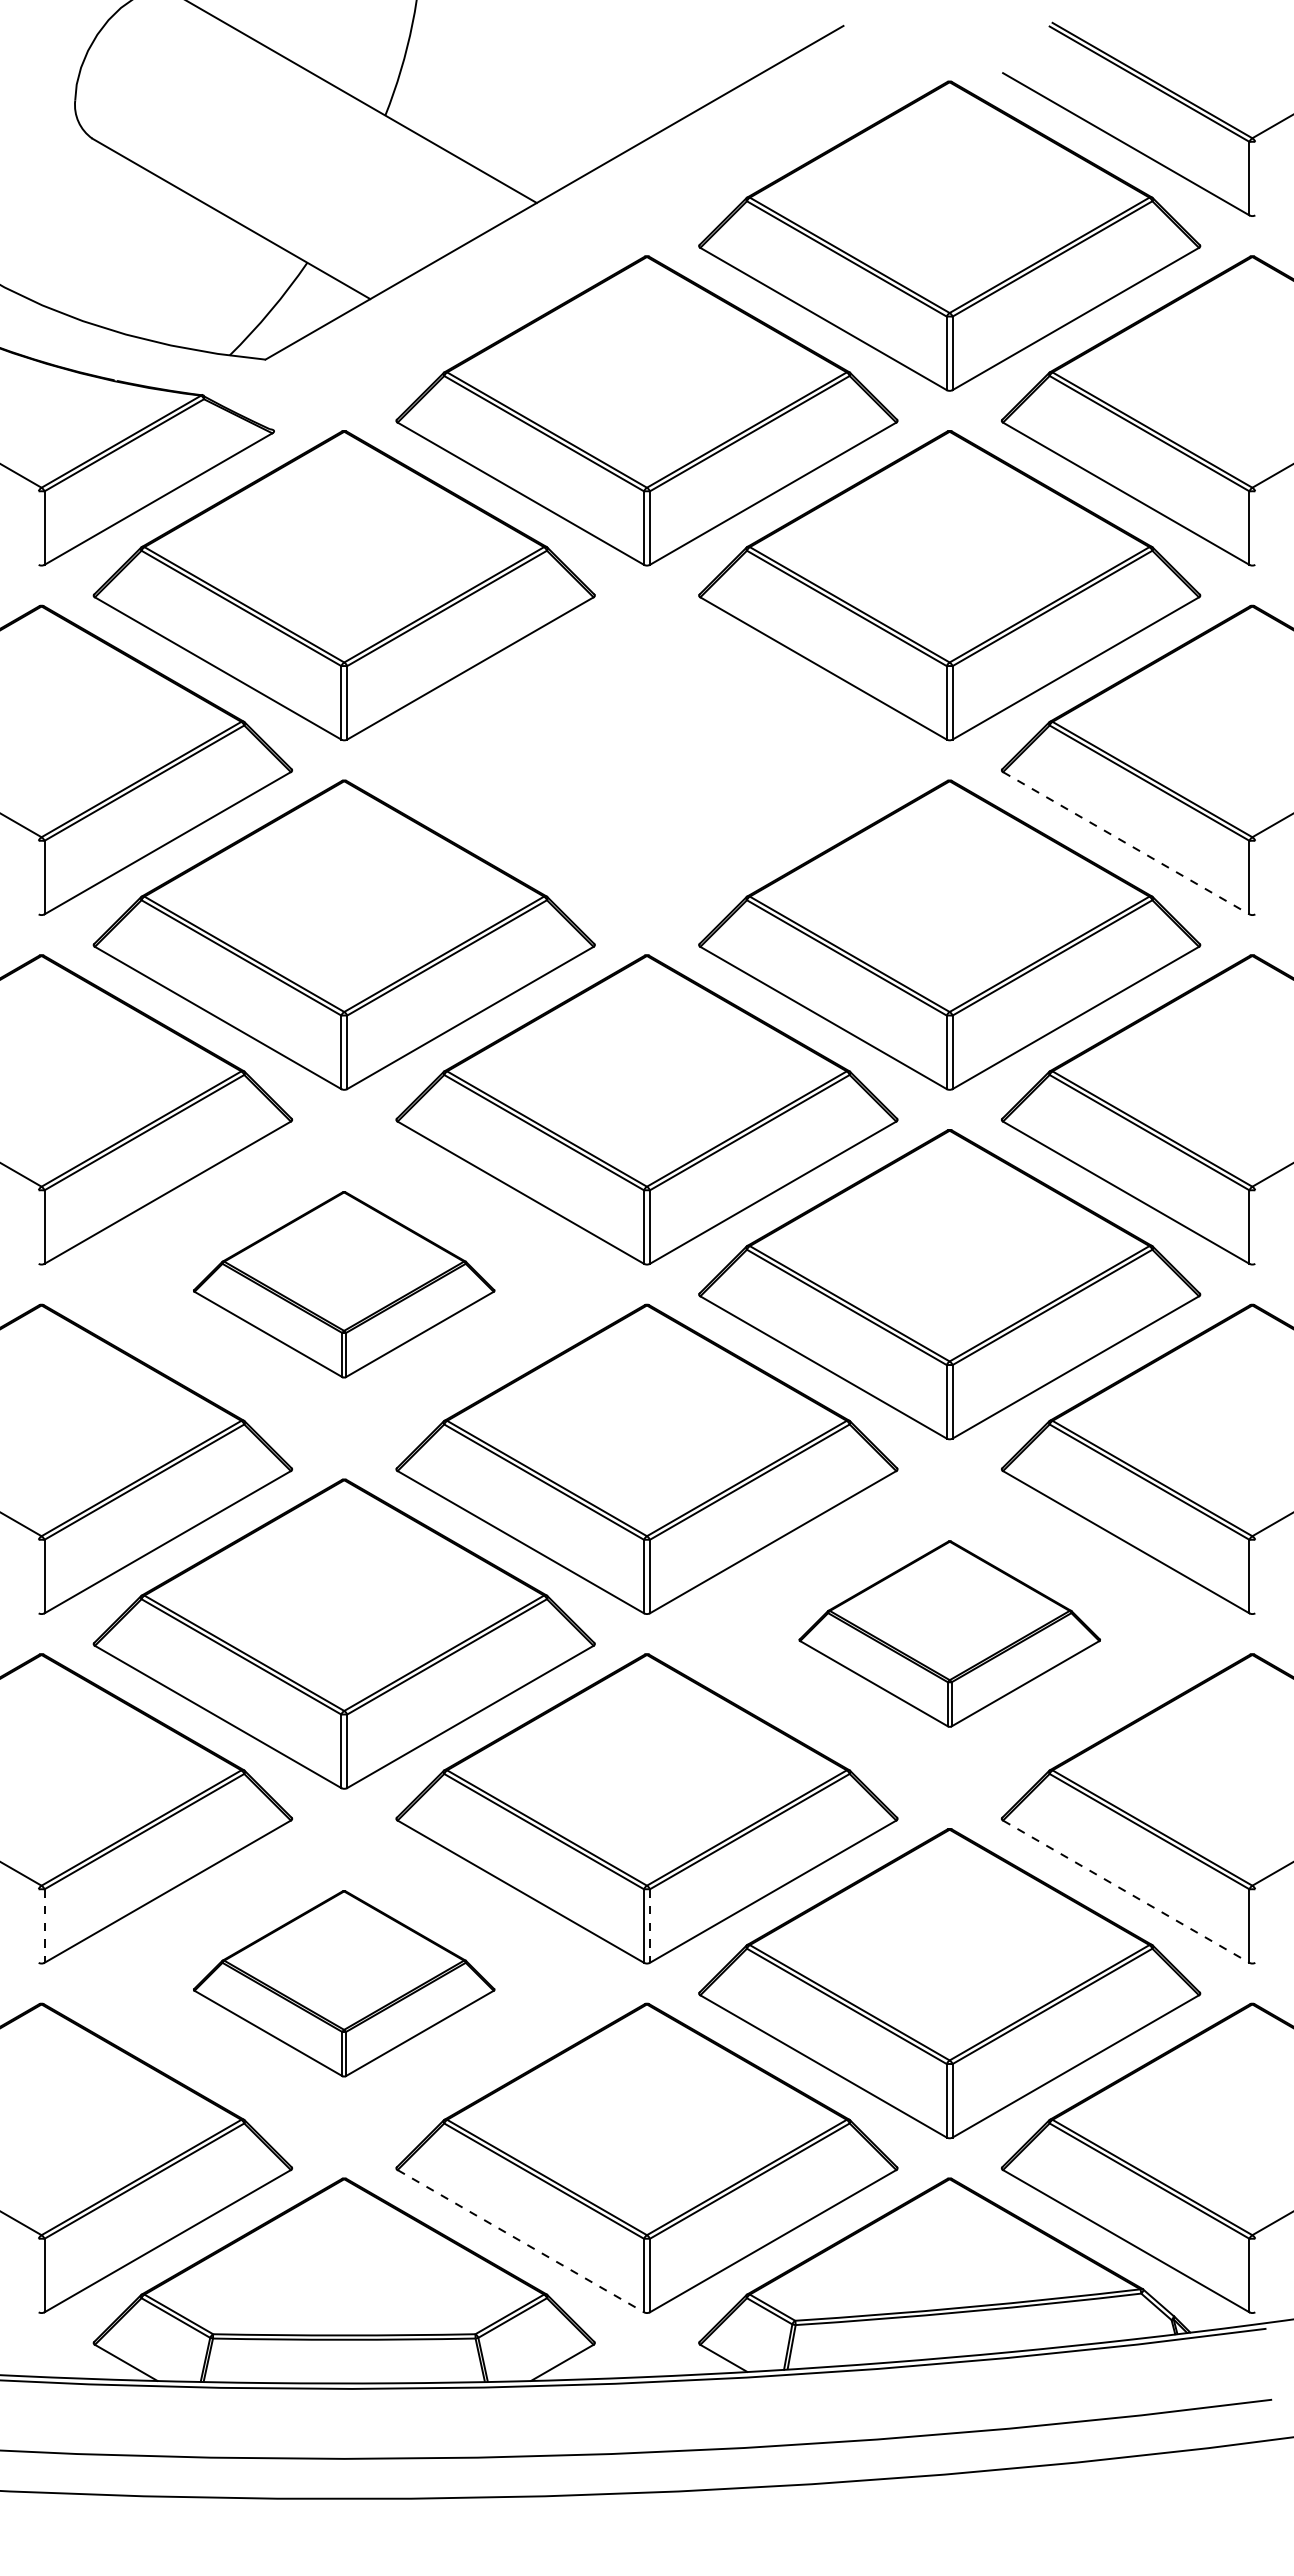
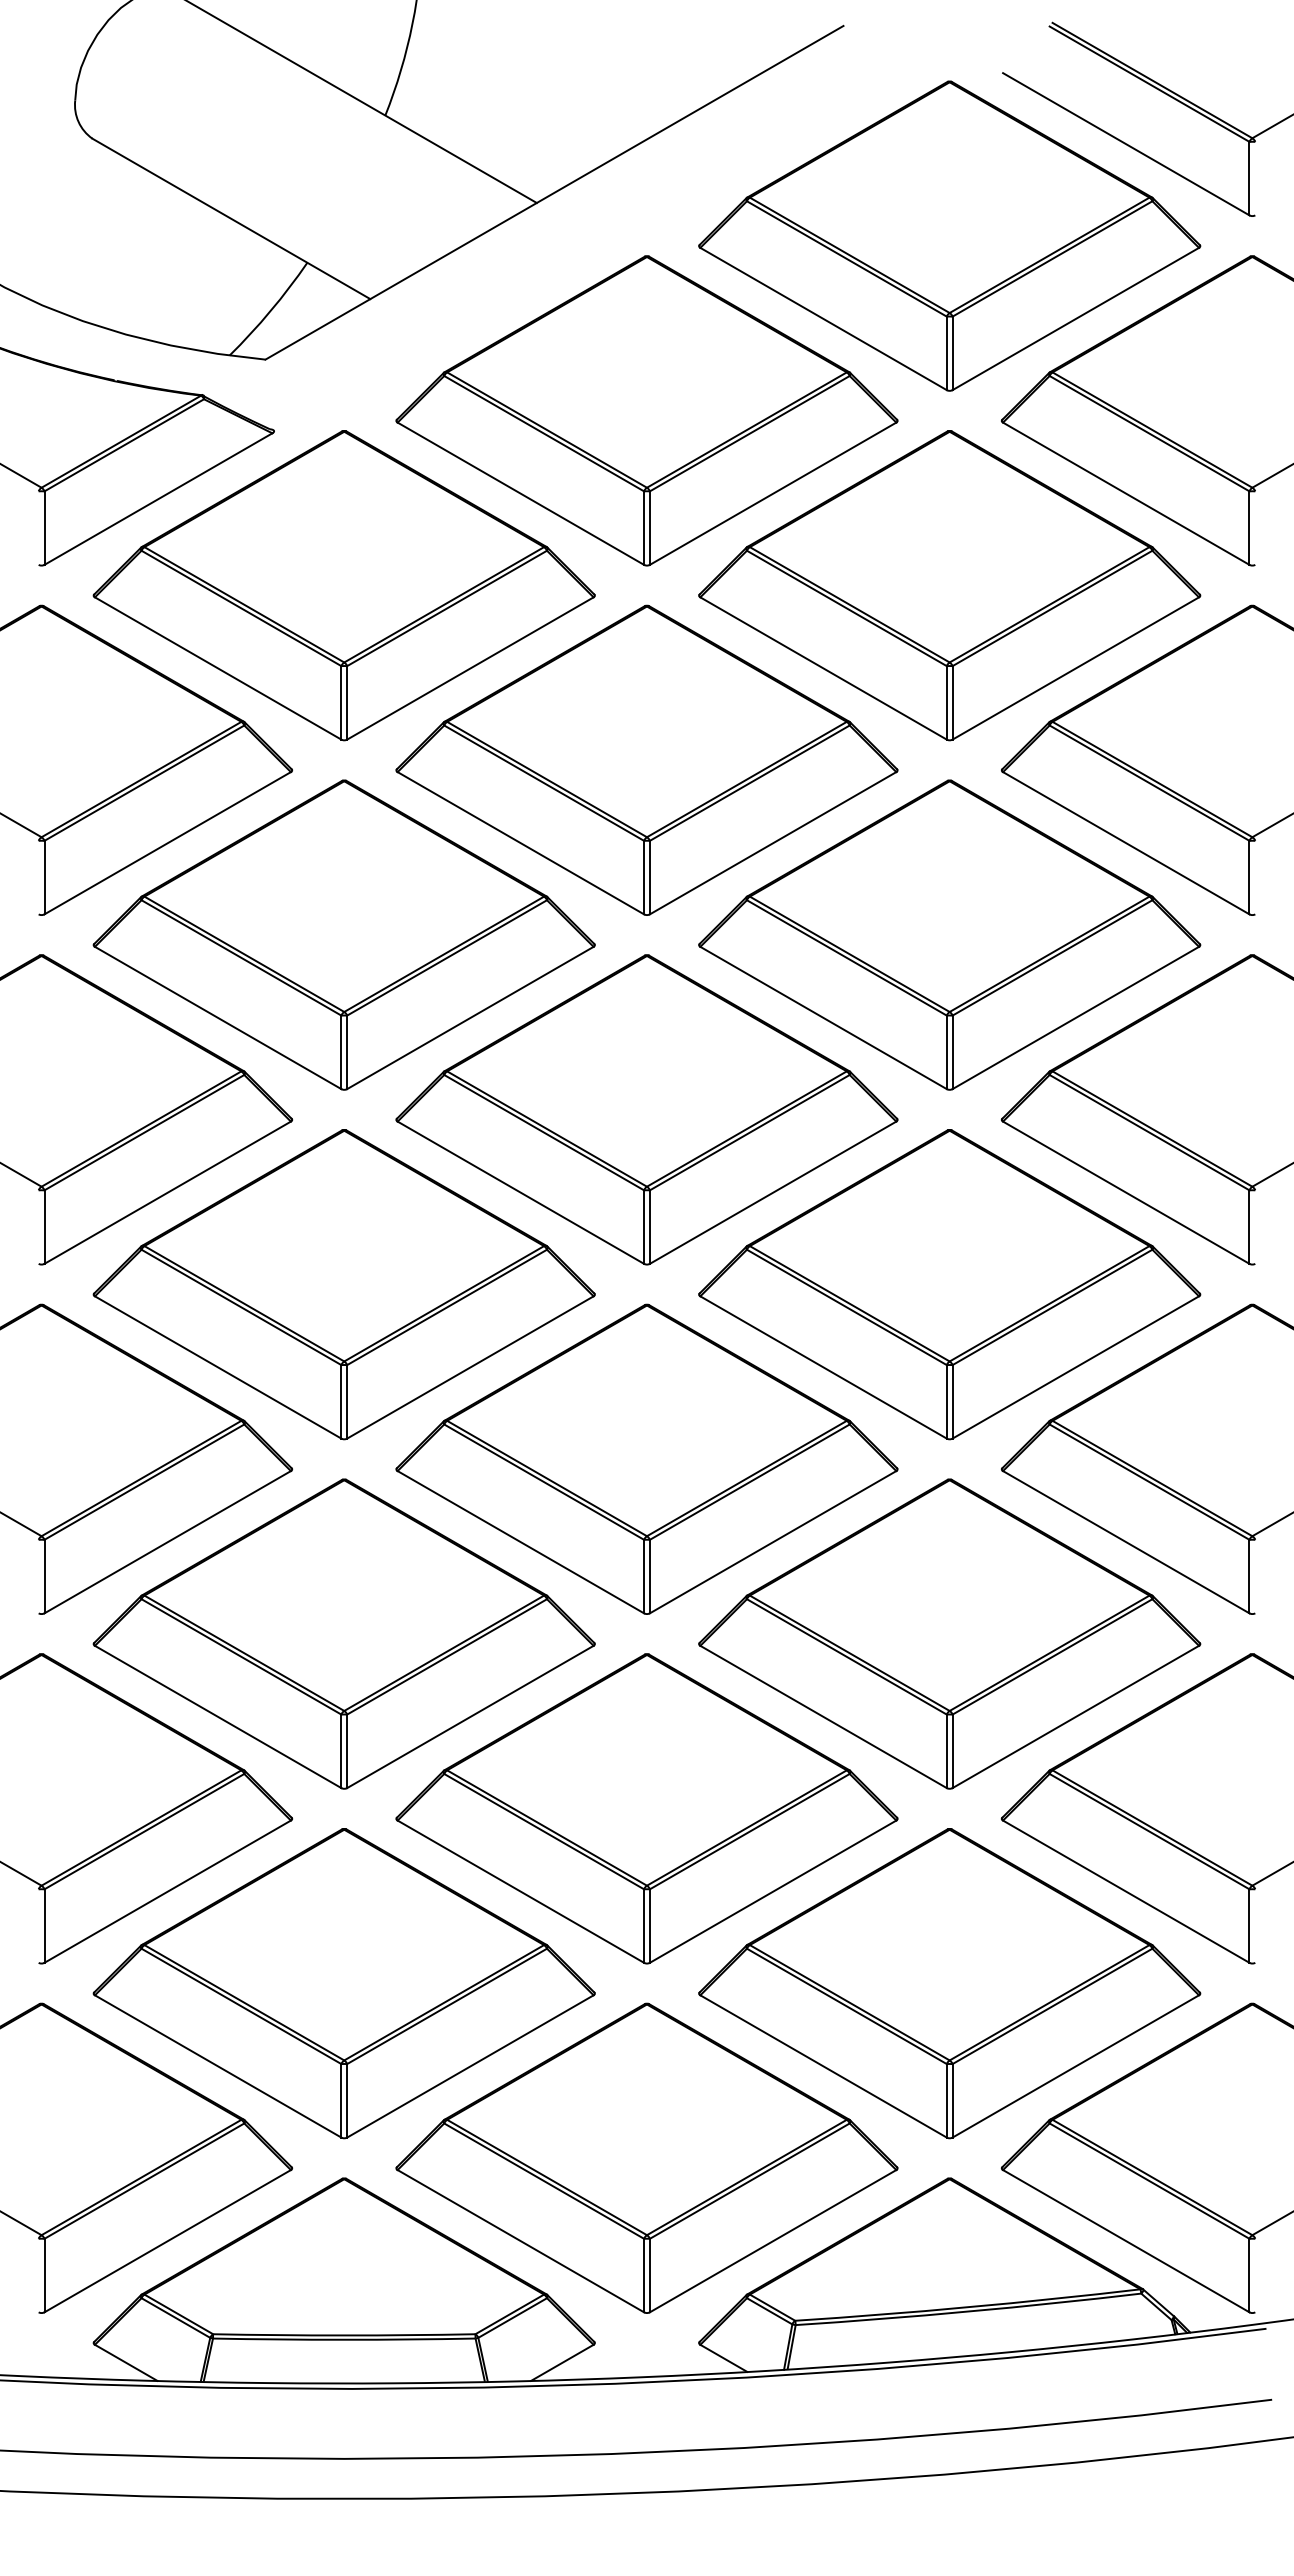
part at (646, 759): none -> present
line at (1126, 843): dashed -> solid
part at (344, 1284) size: 303x188 px -> 504x312 px
part at (949, 1633) size: 303x188 px -> 504x312 px
line at (1126, 1891): dashed -> solid
line at (44, 1926): dashed -> solid
line at (649, 1926): dashed -> solid
part at (344, 1983) size: 303x188 px -> 504x312 px
line at (521, 2241): dashed -> solid
